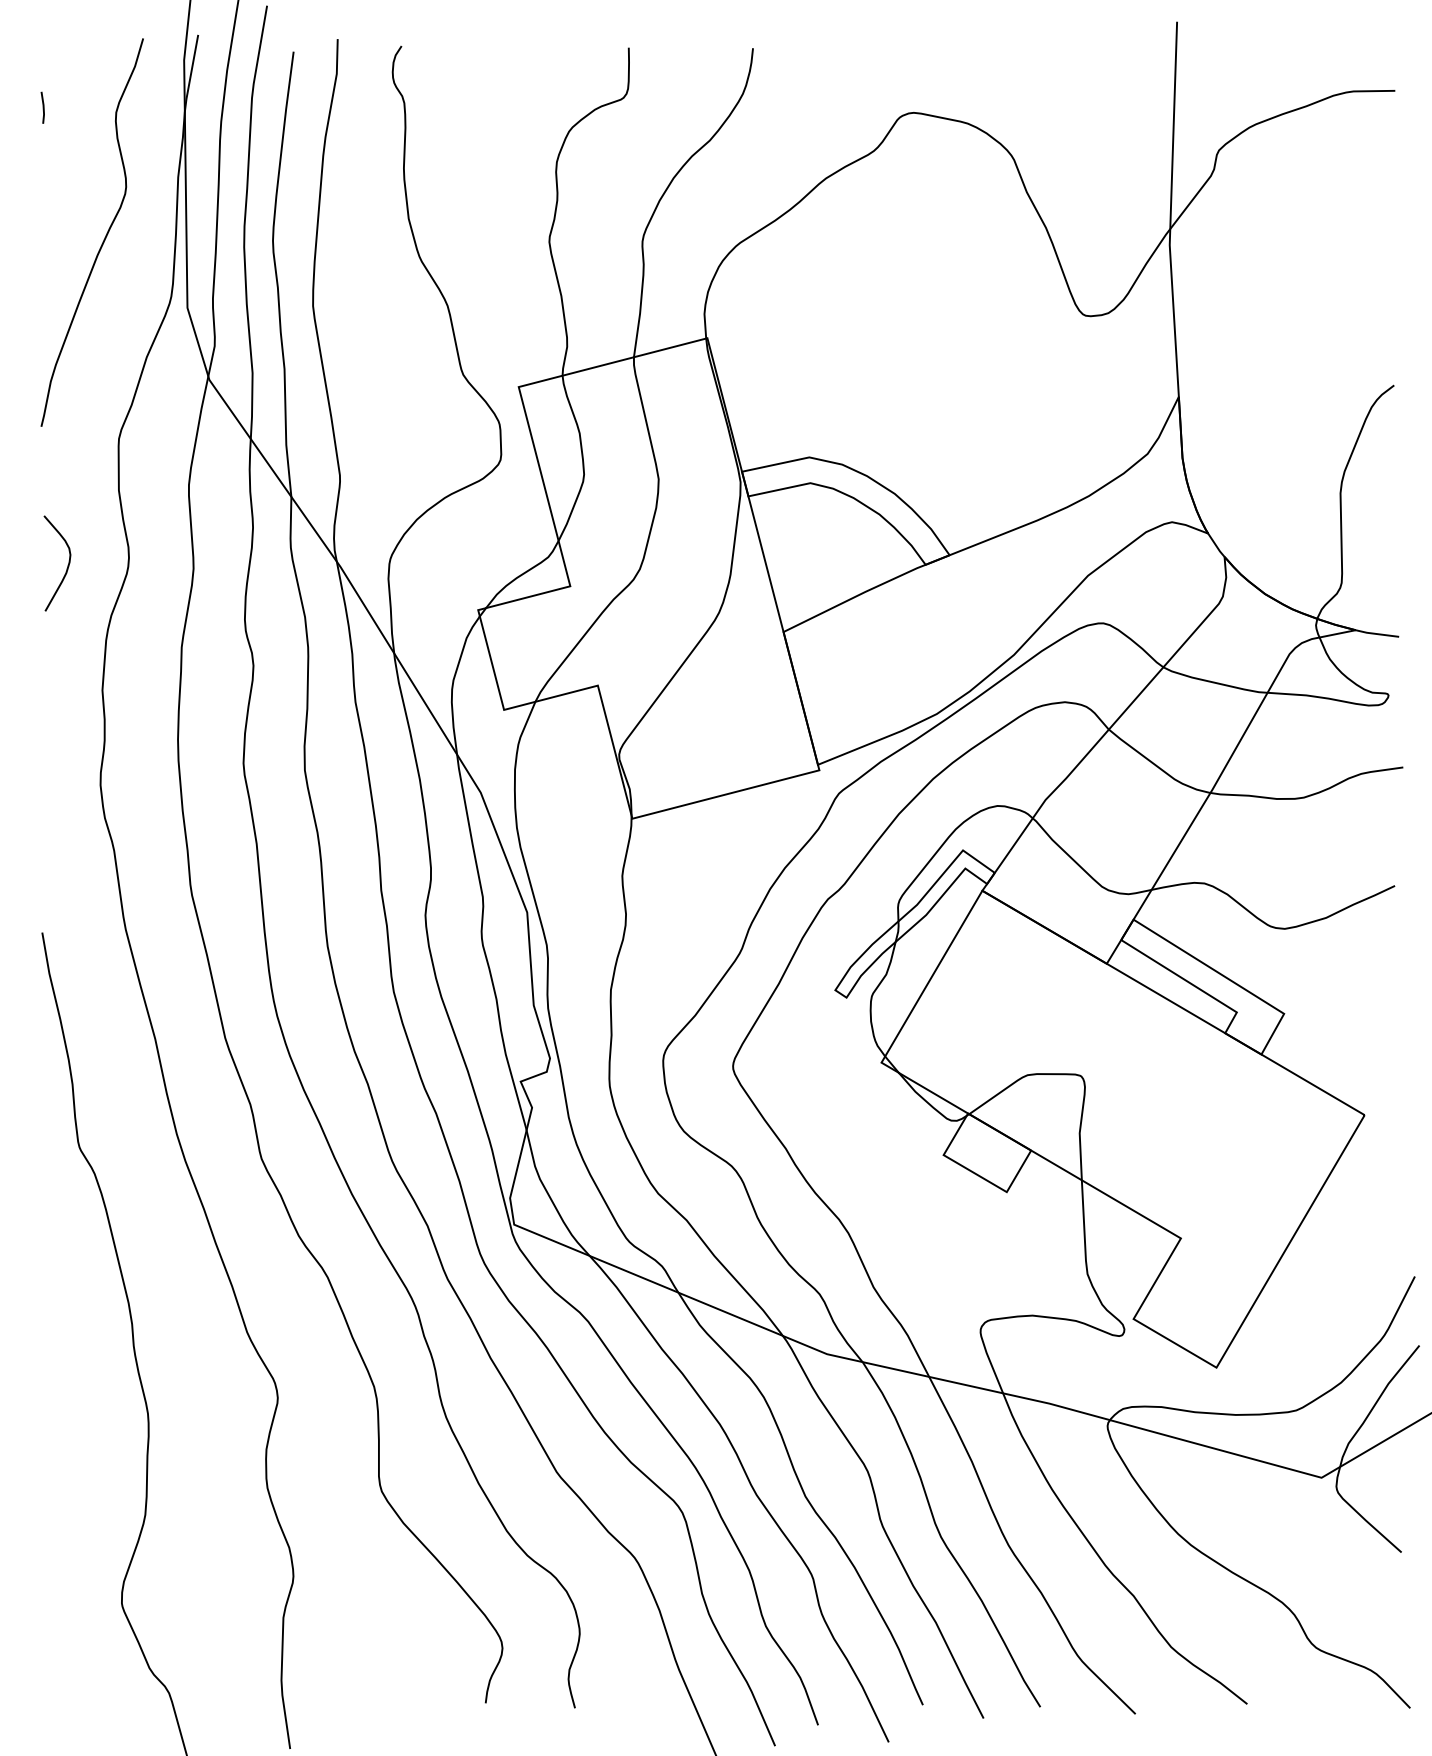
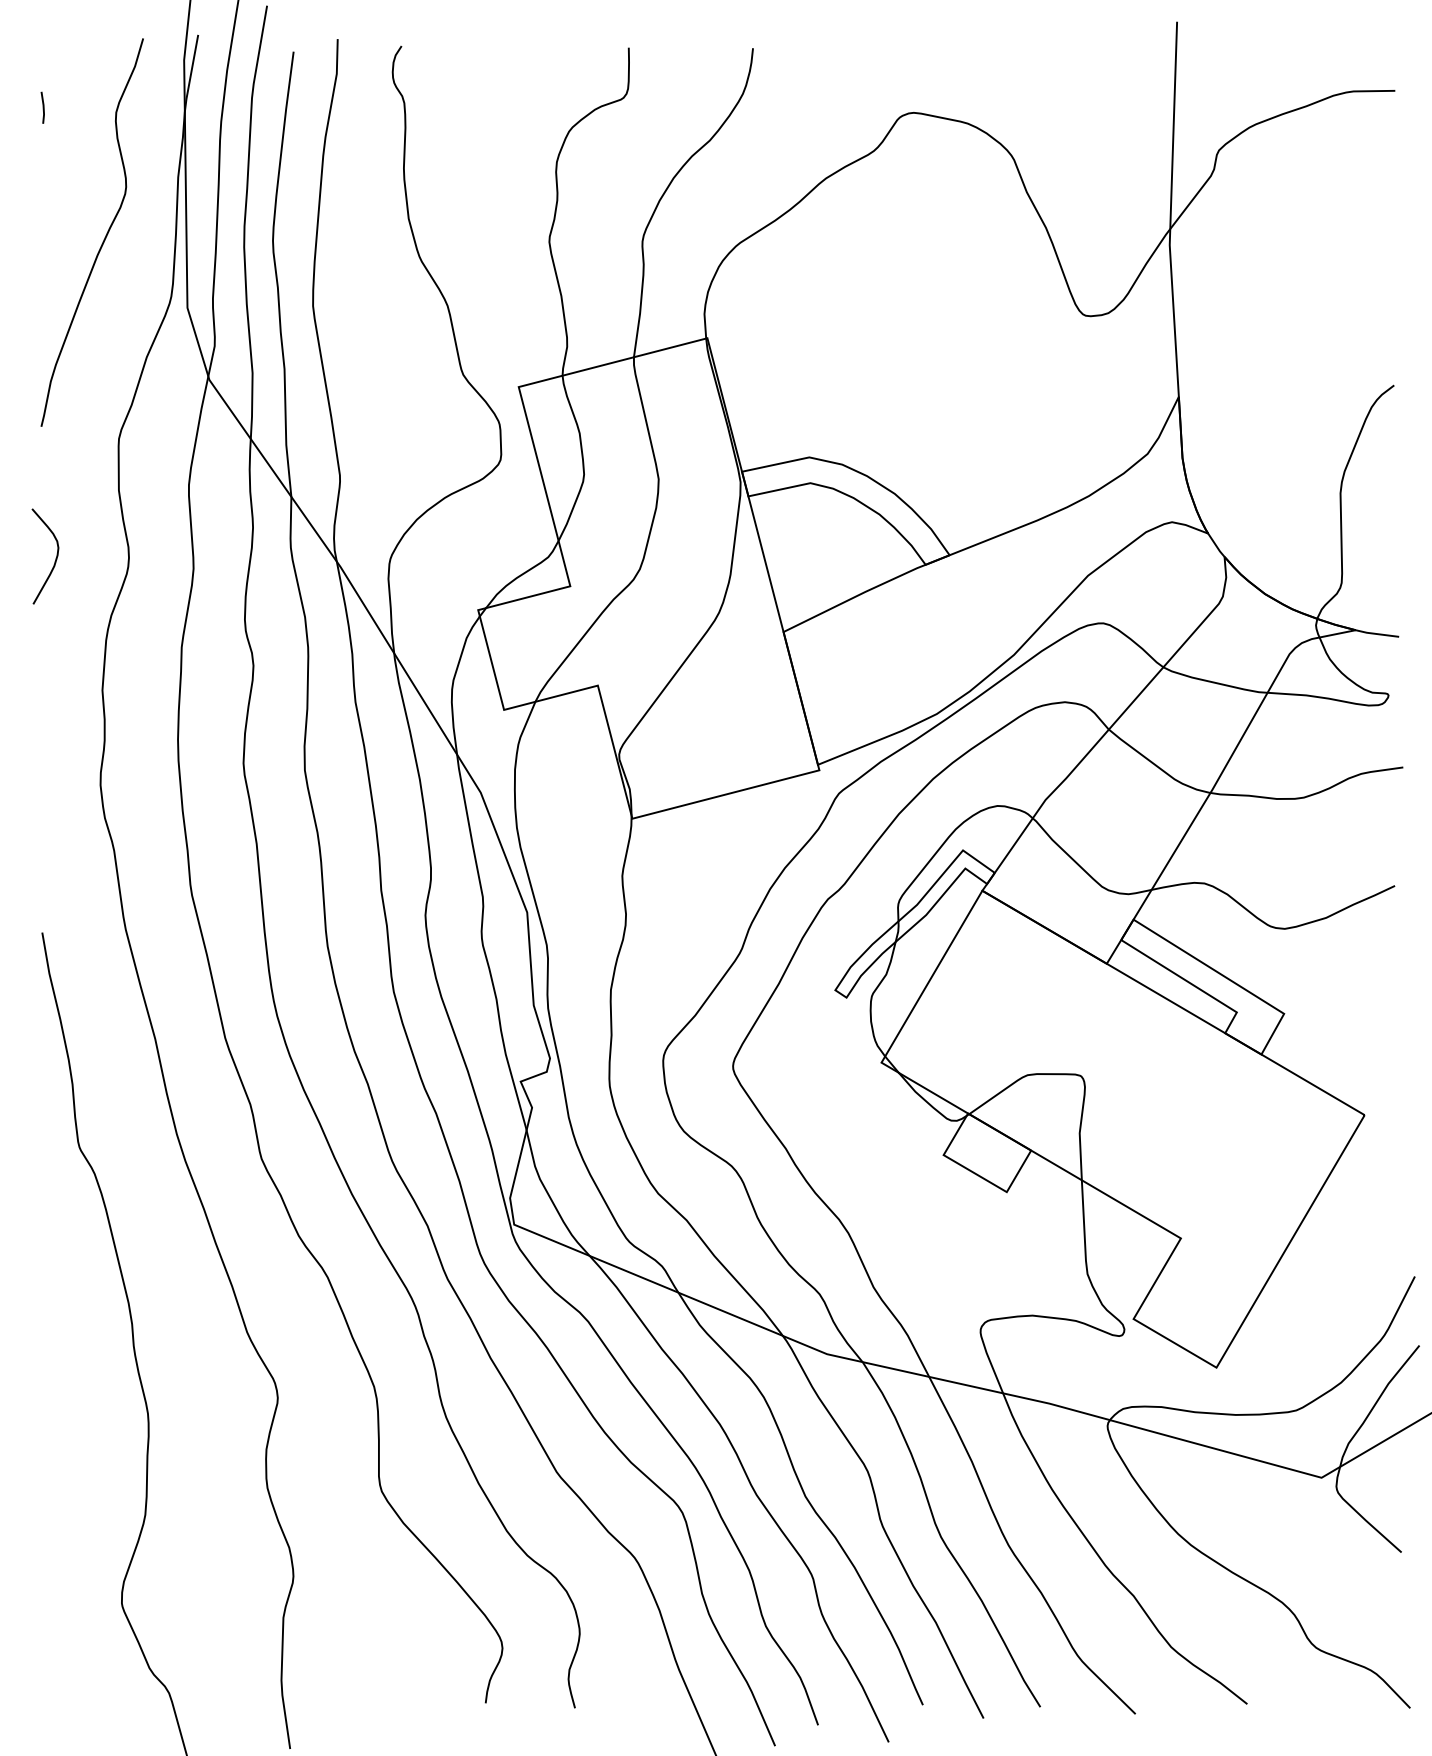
curve at (67, 565) position: (67, 565) -> (55, 558)
